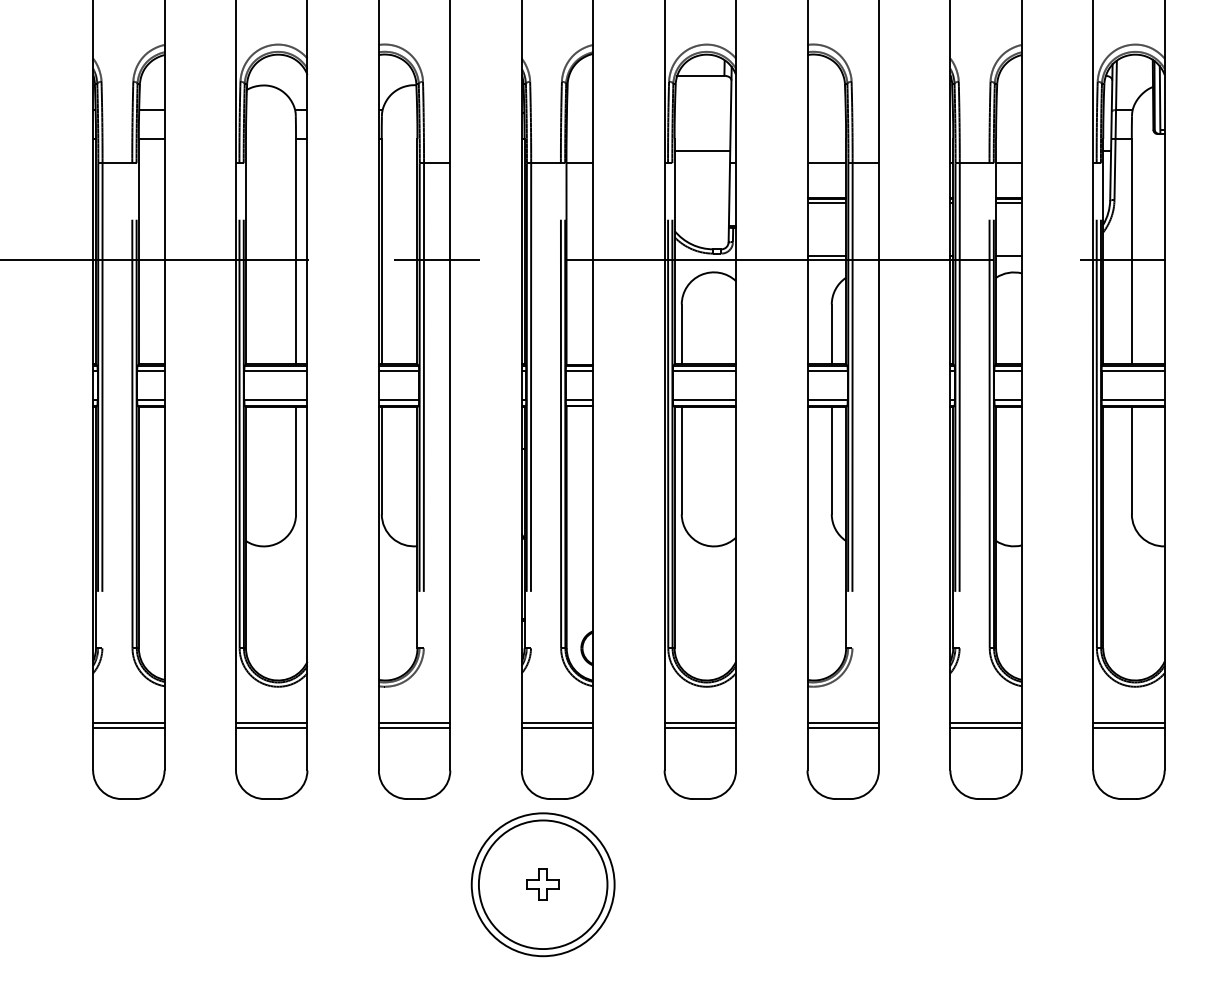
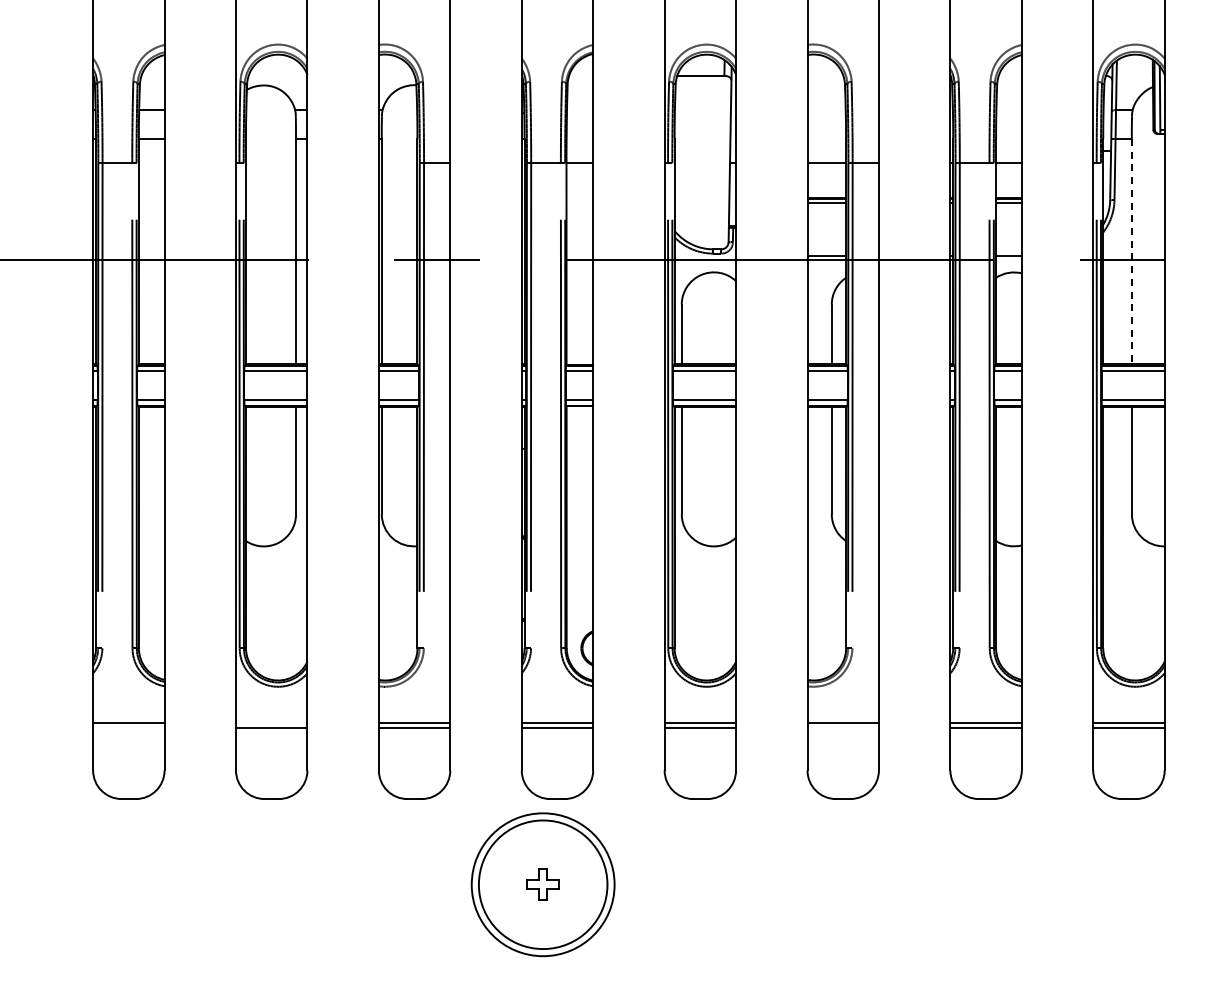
line at (702, 151): present -> none
line at (1131, 251): solid -> dashed
line at (271, 723): present -> none
line at (128, 727): present -> none
line at (842, 727): present -> none
